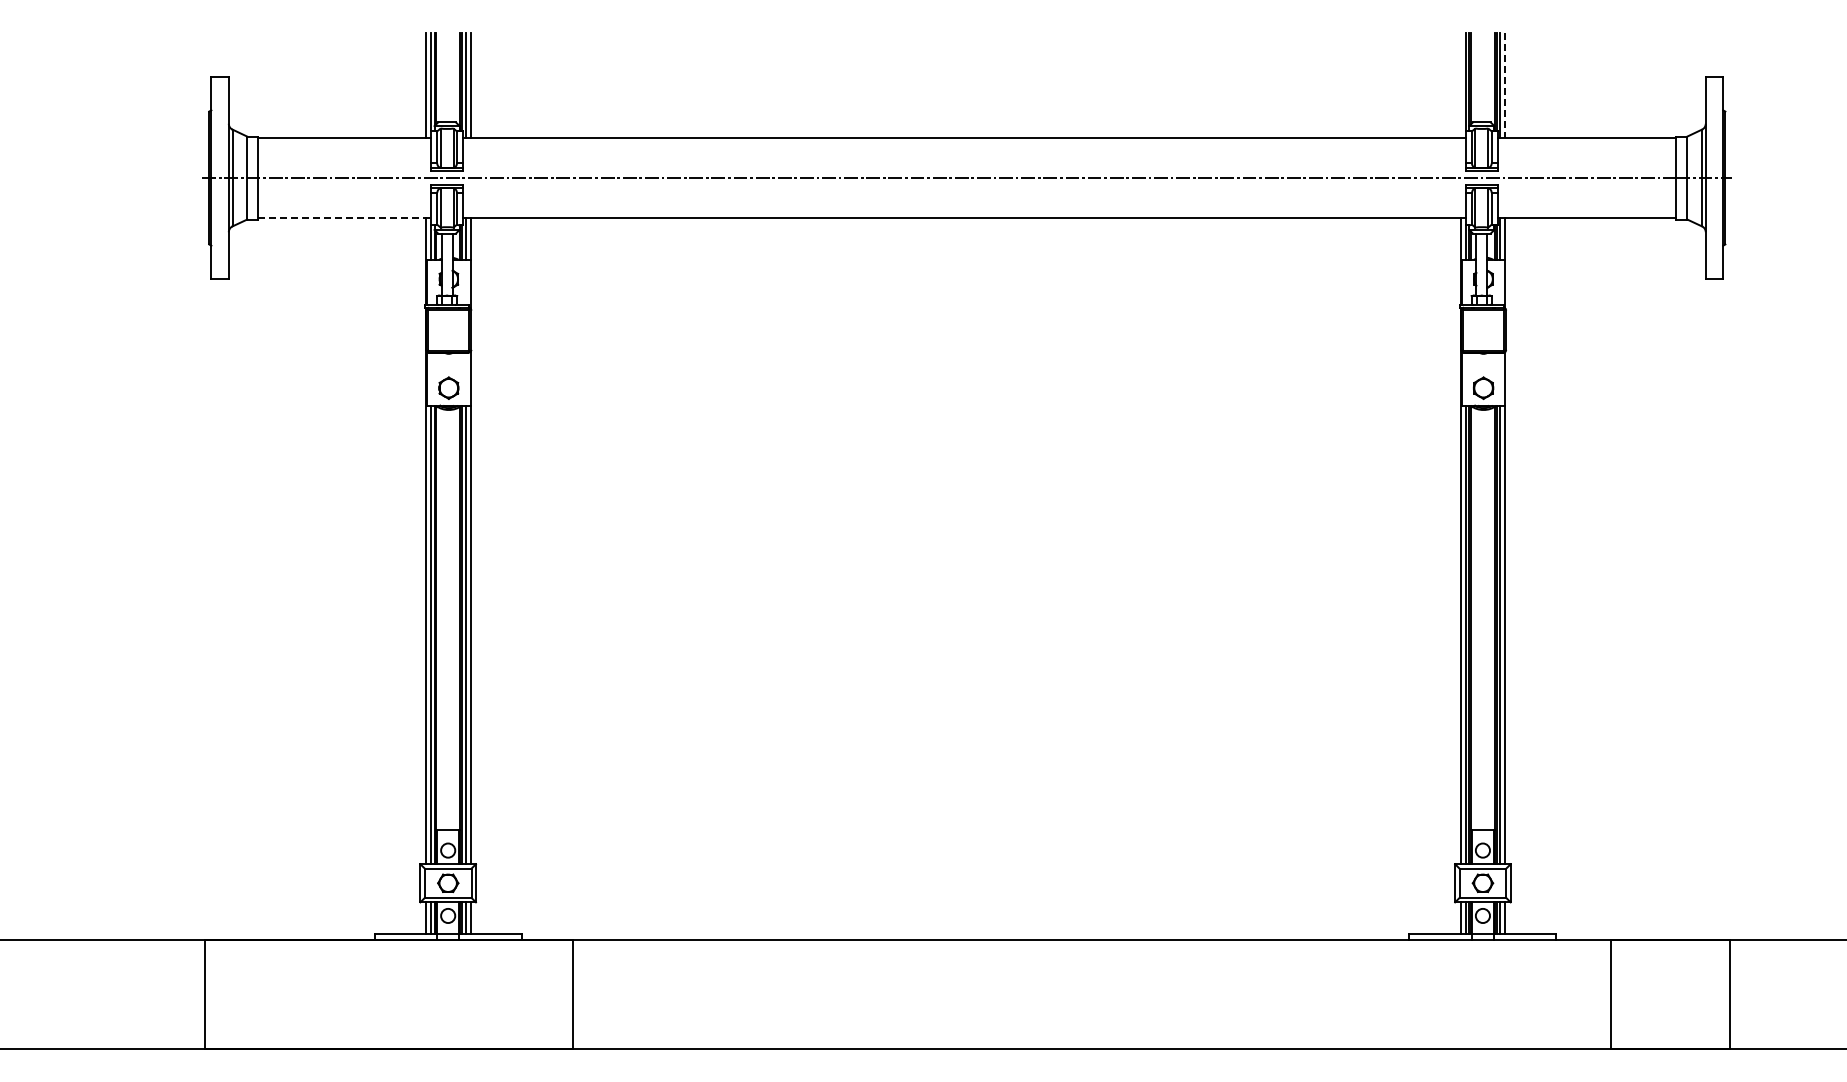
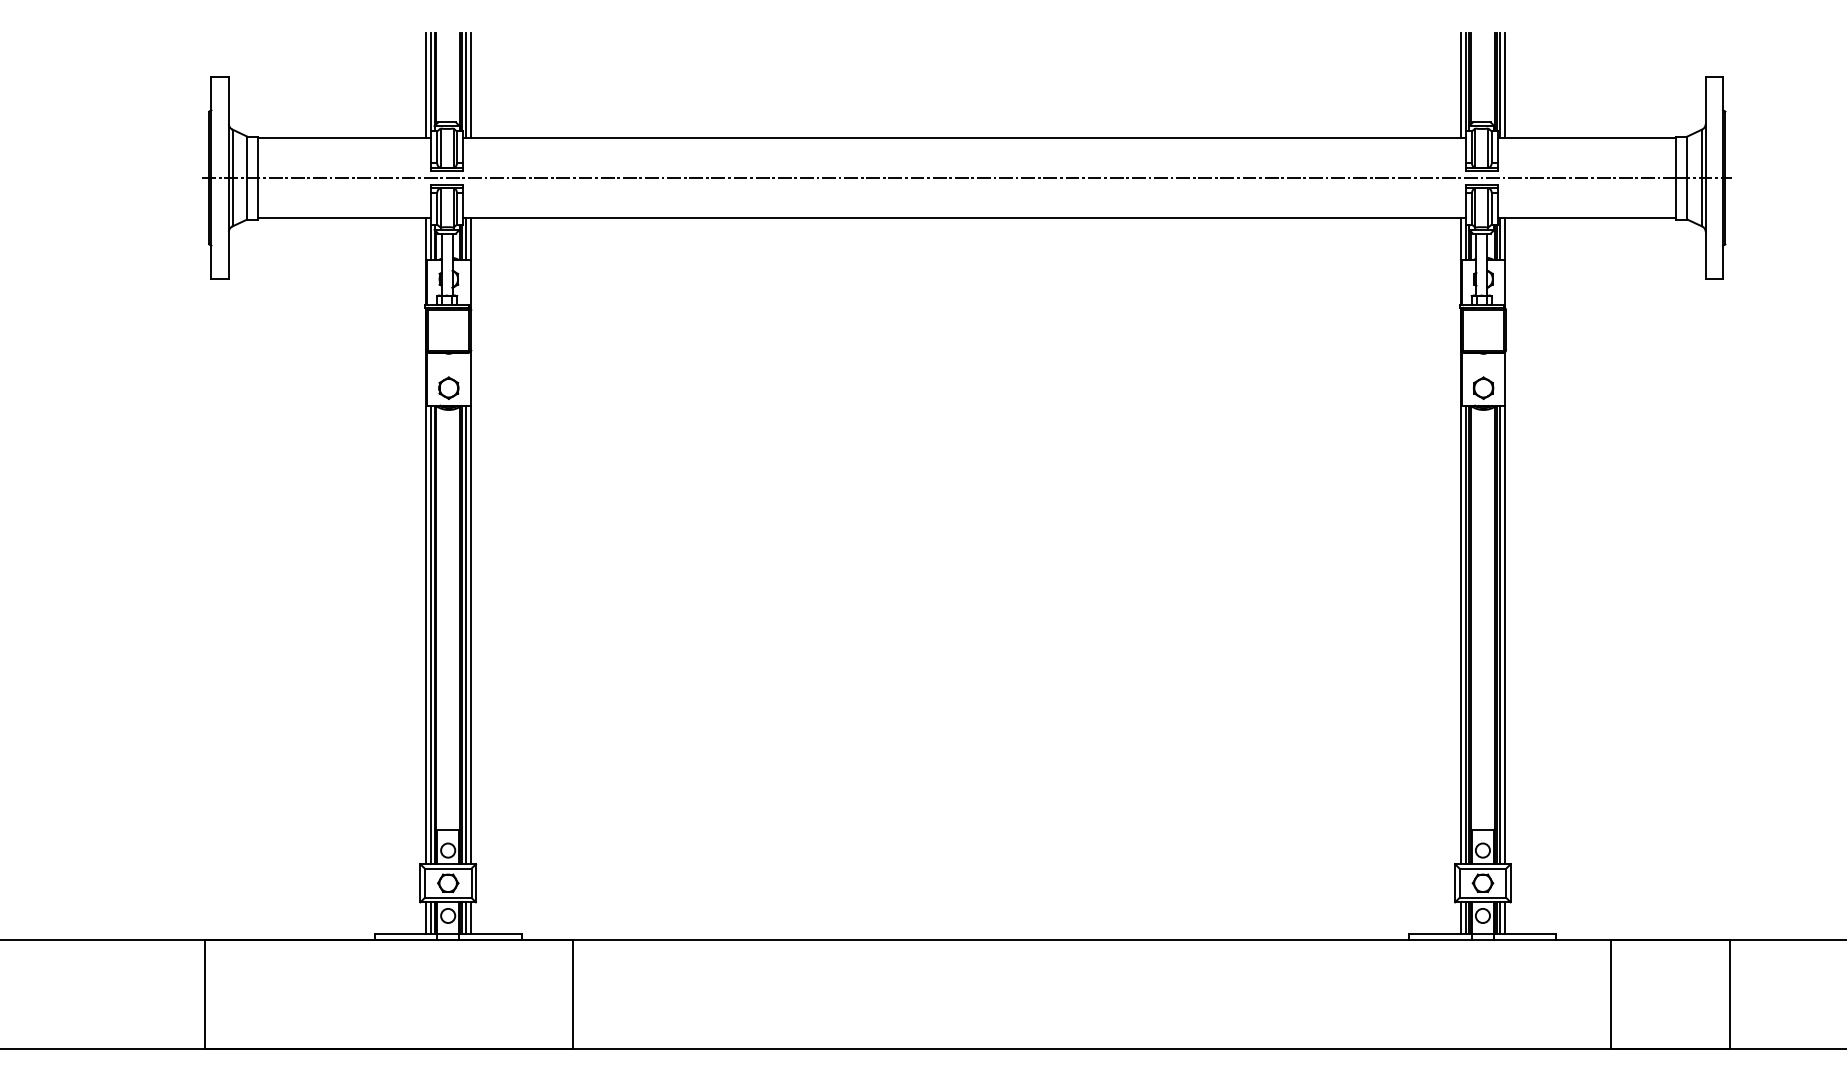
line at (1460, 85): none -> present
line at (1505, 85): dashed -> solid
line at (344, 217): dashed -> solid
